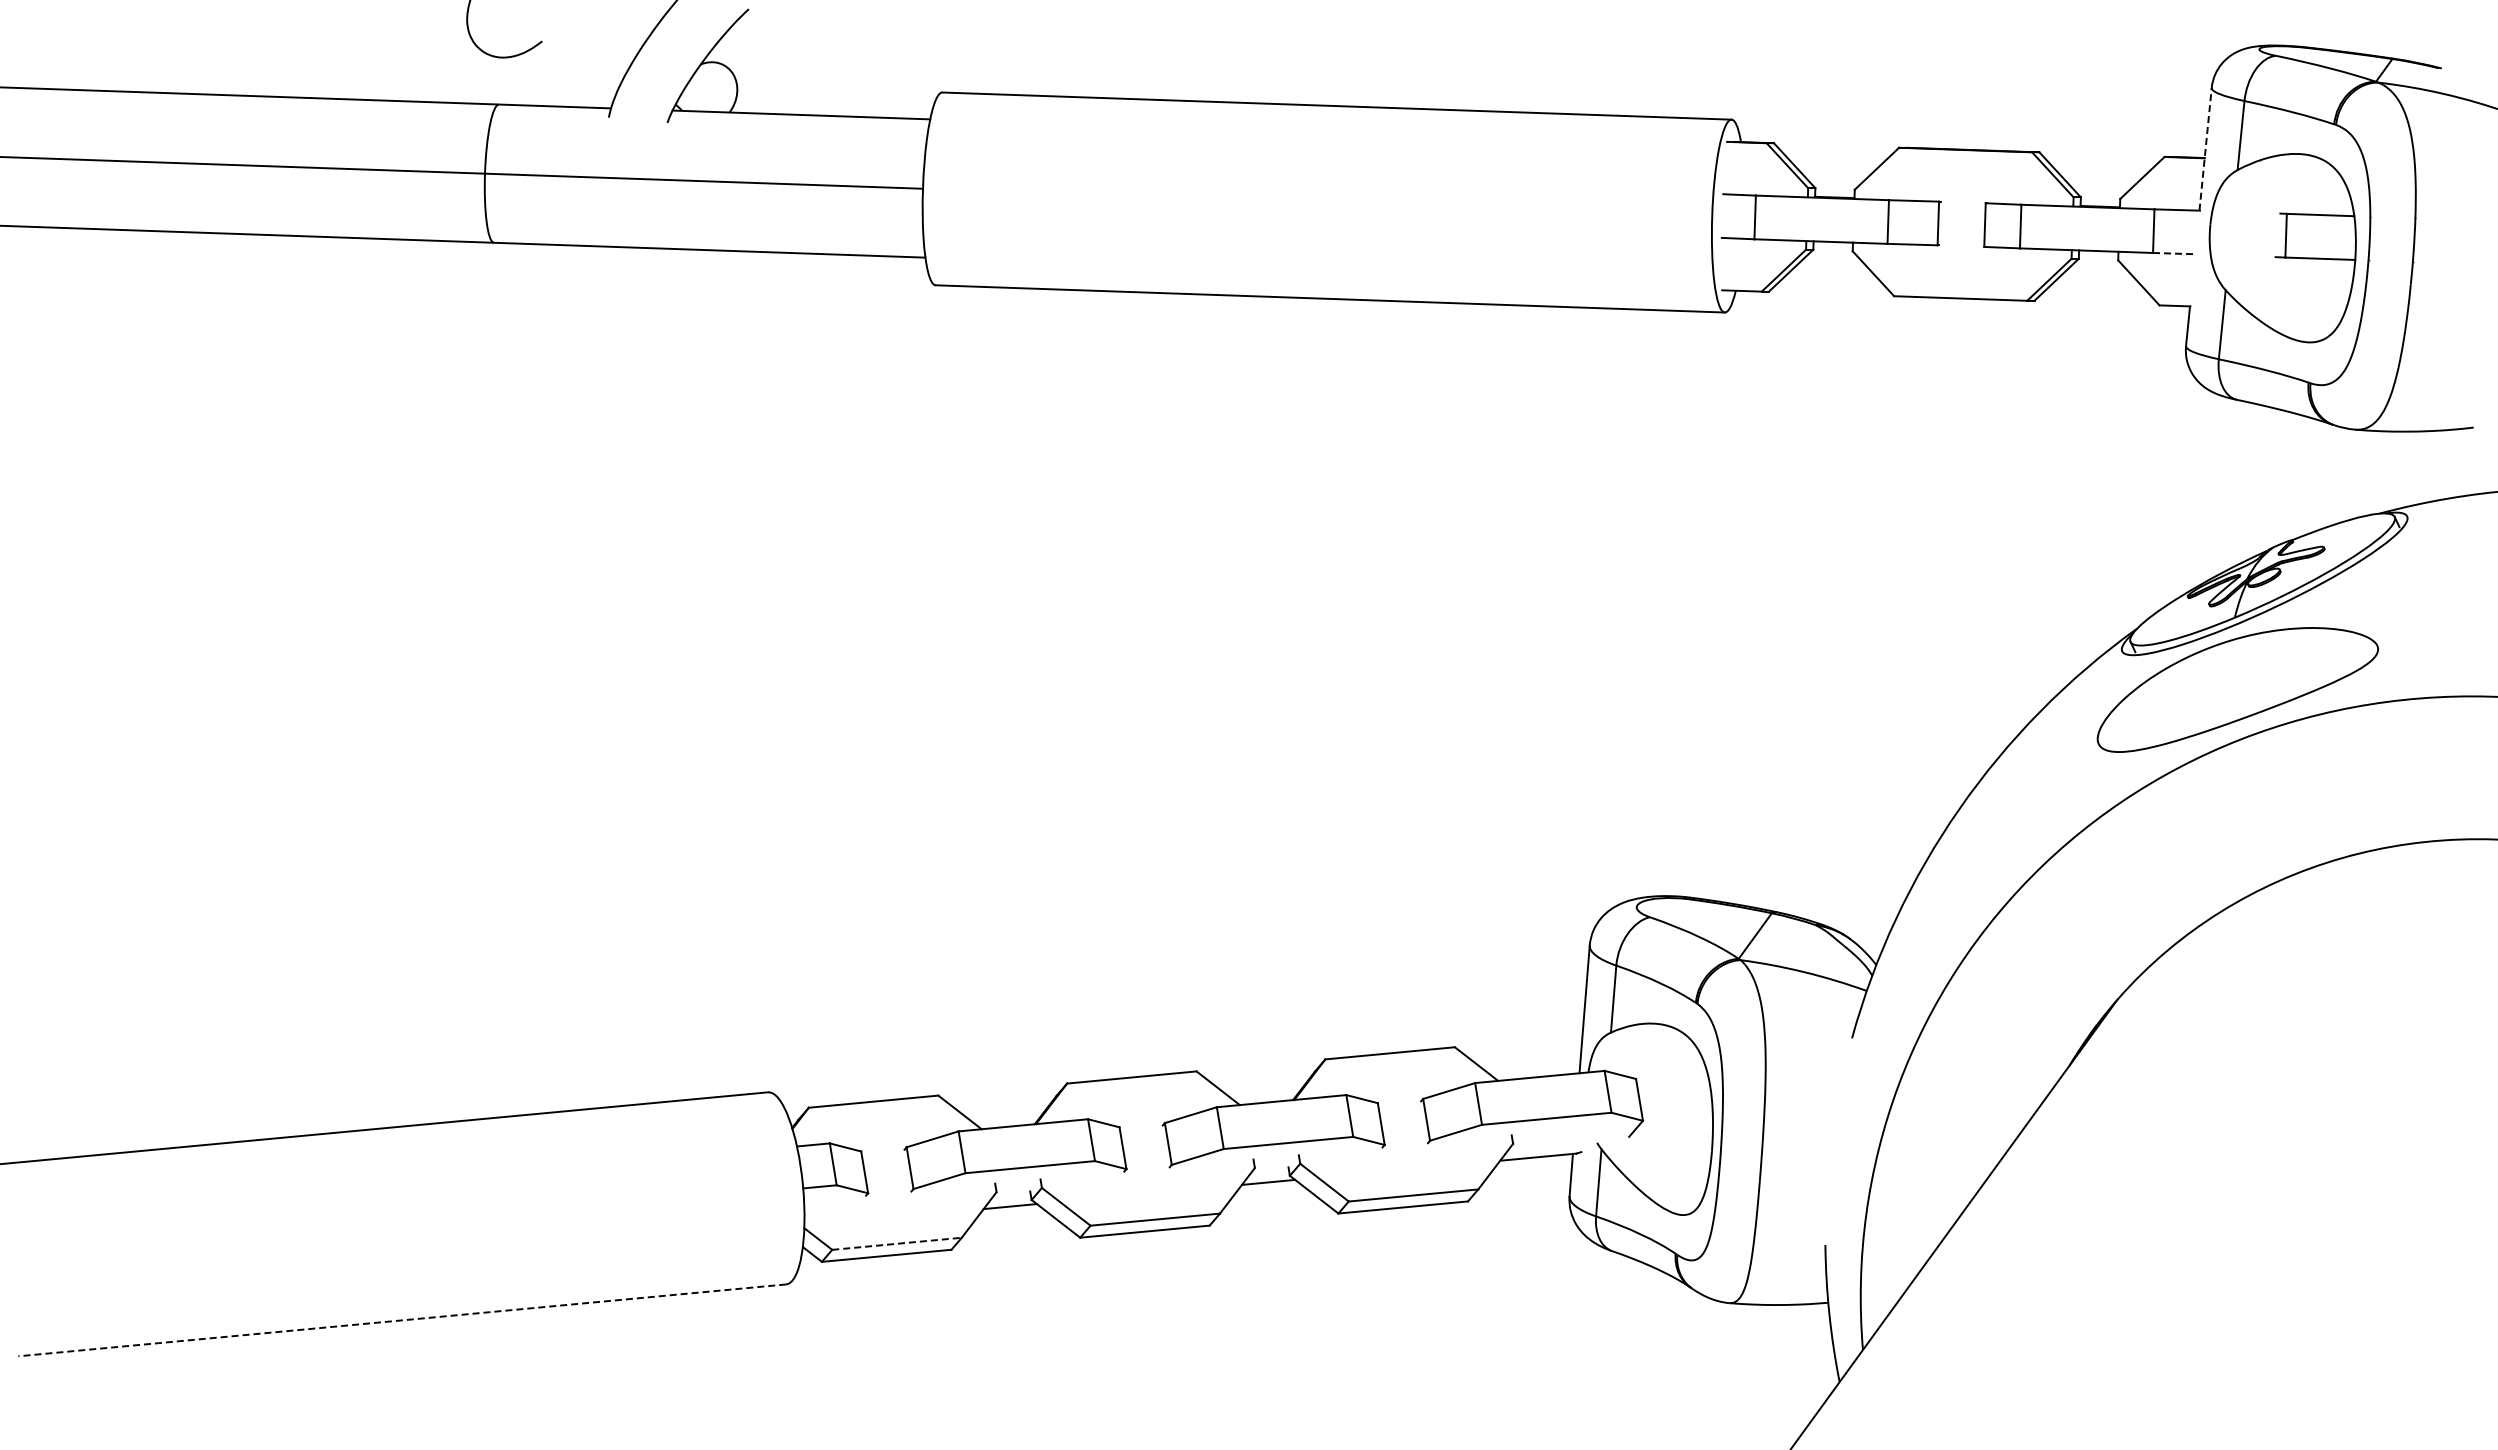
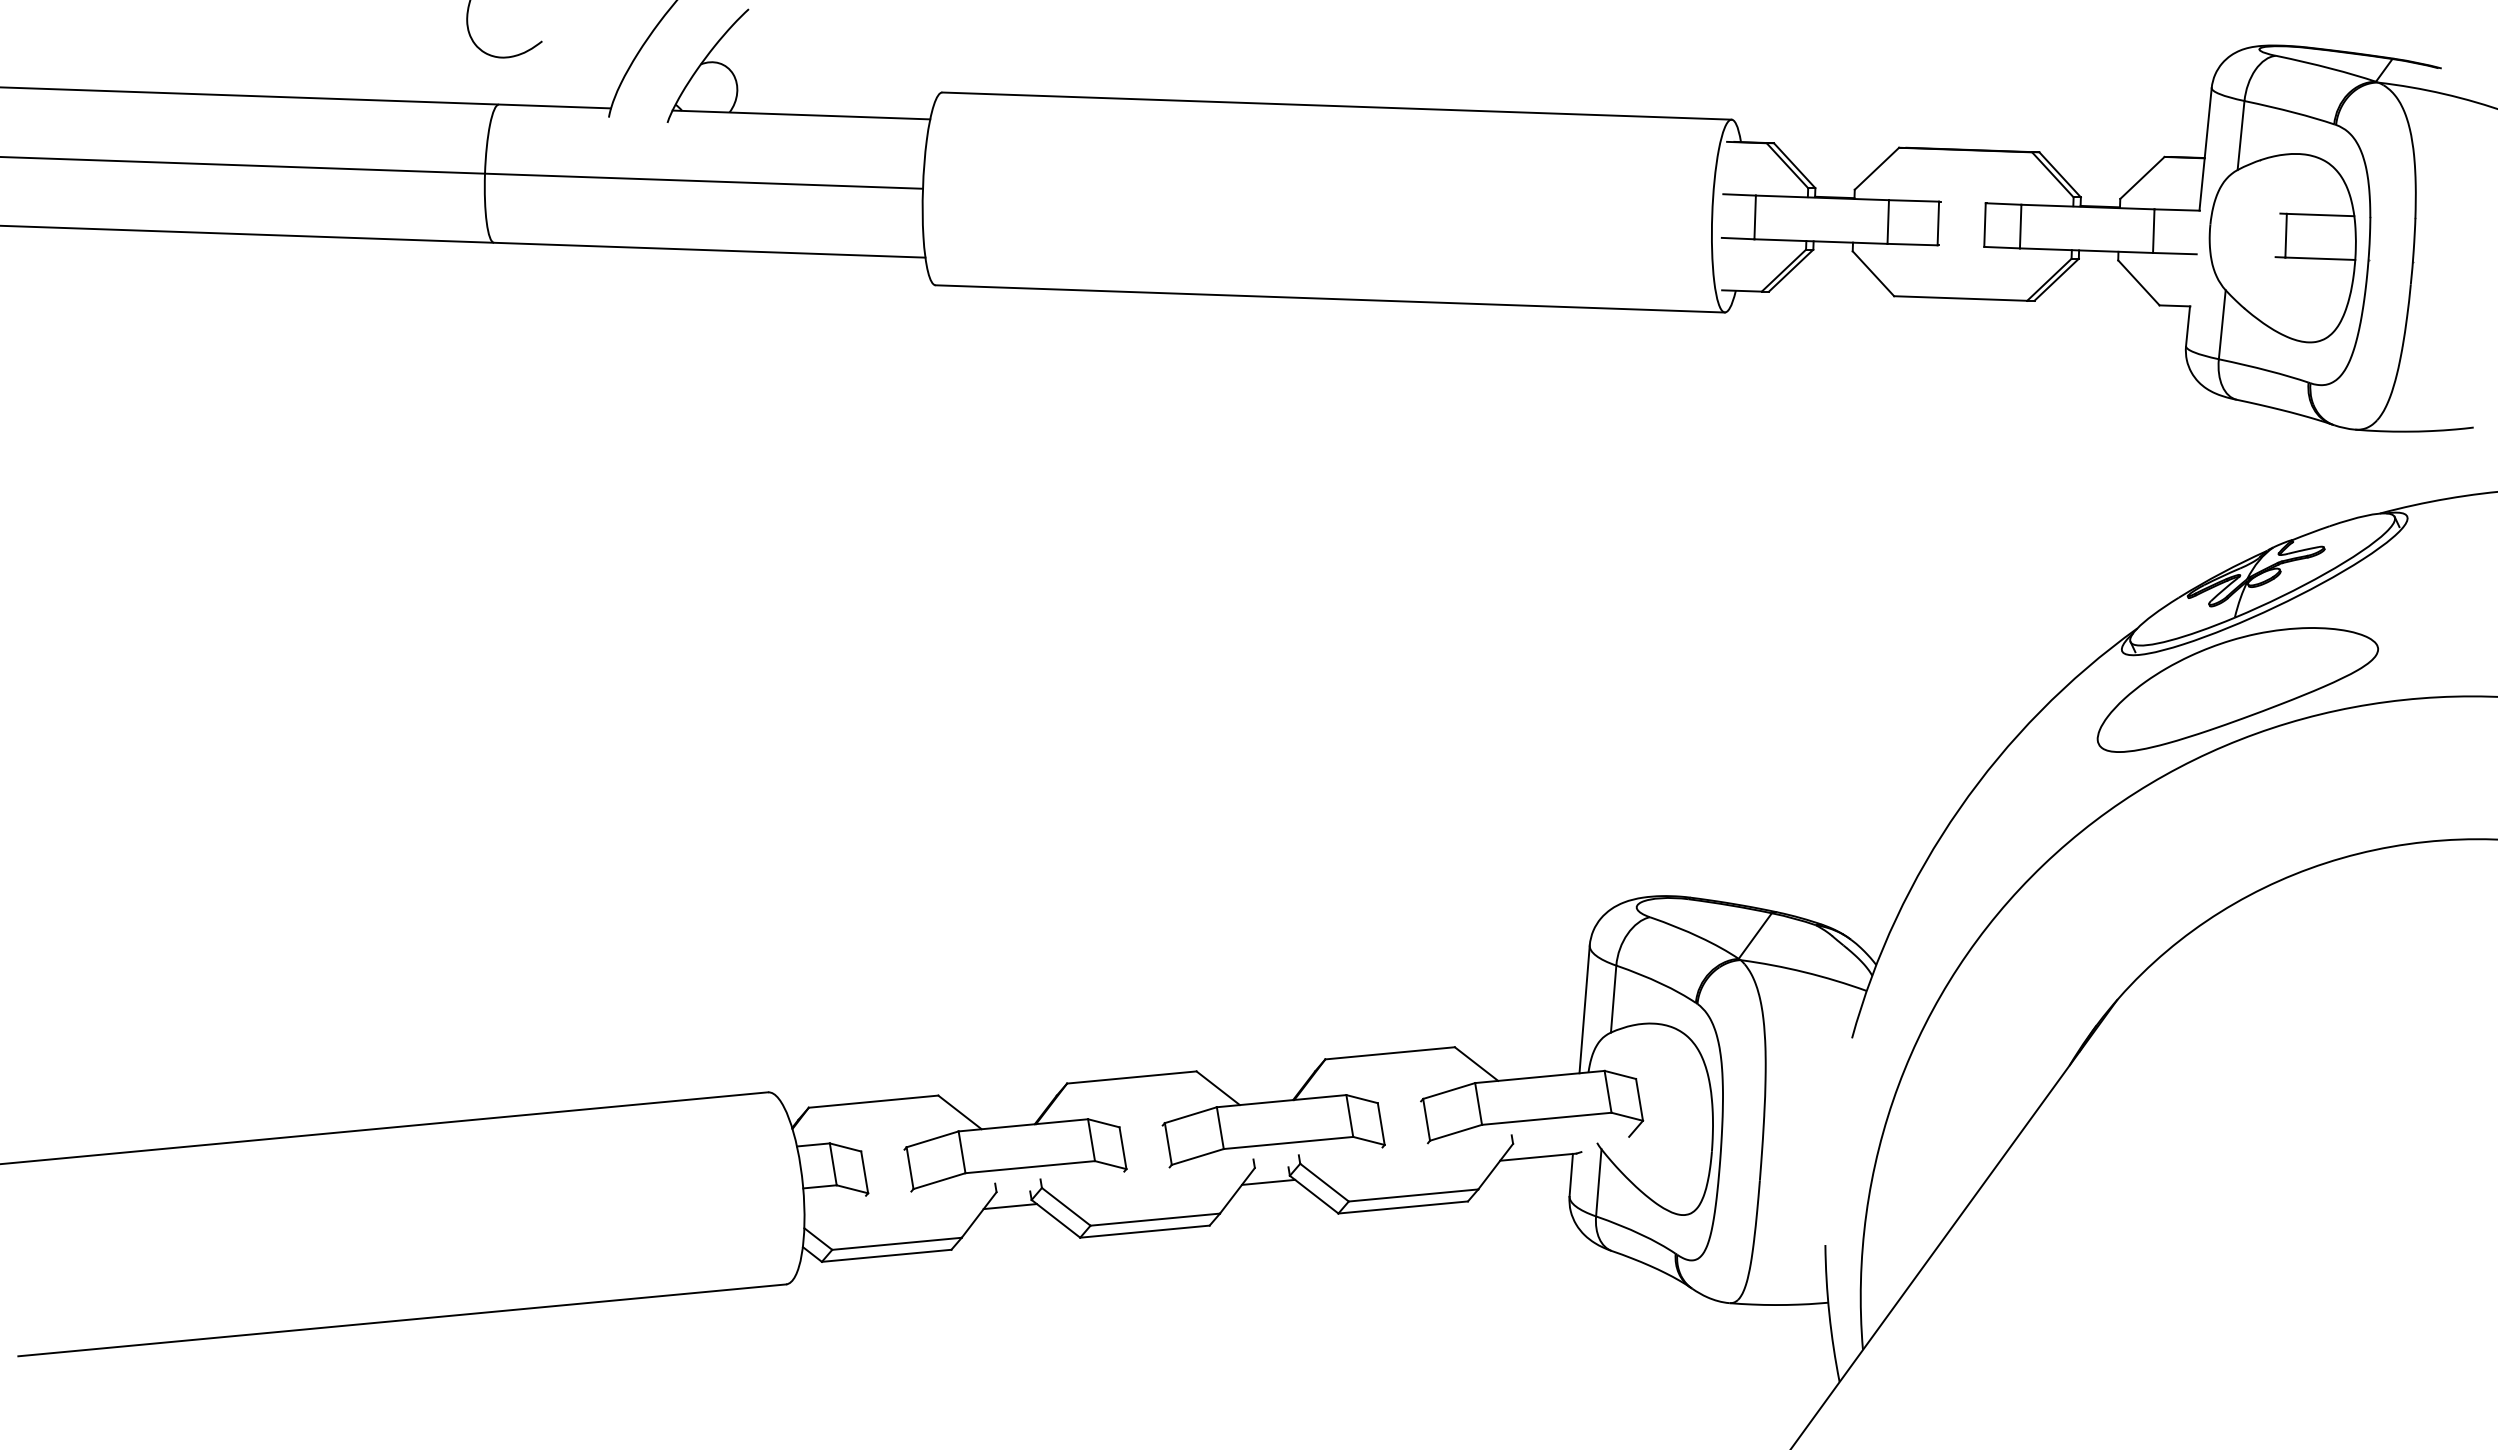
line at (2205, 149): dashed -> solid
line at (2174, 253): dashed -> solid
line at (897, 1243): dashed -> solid
line at (402, 1320): dashed -> solid
